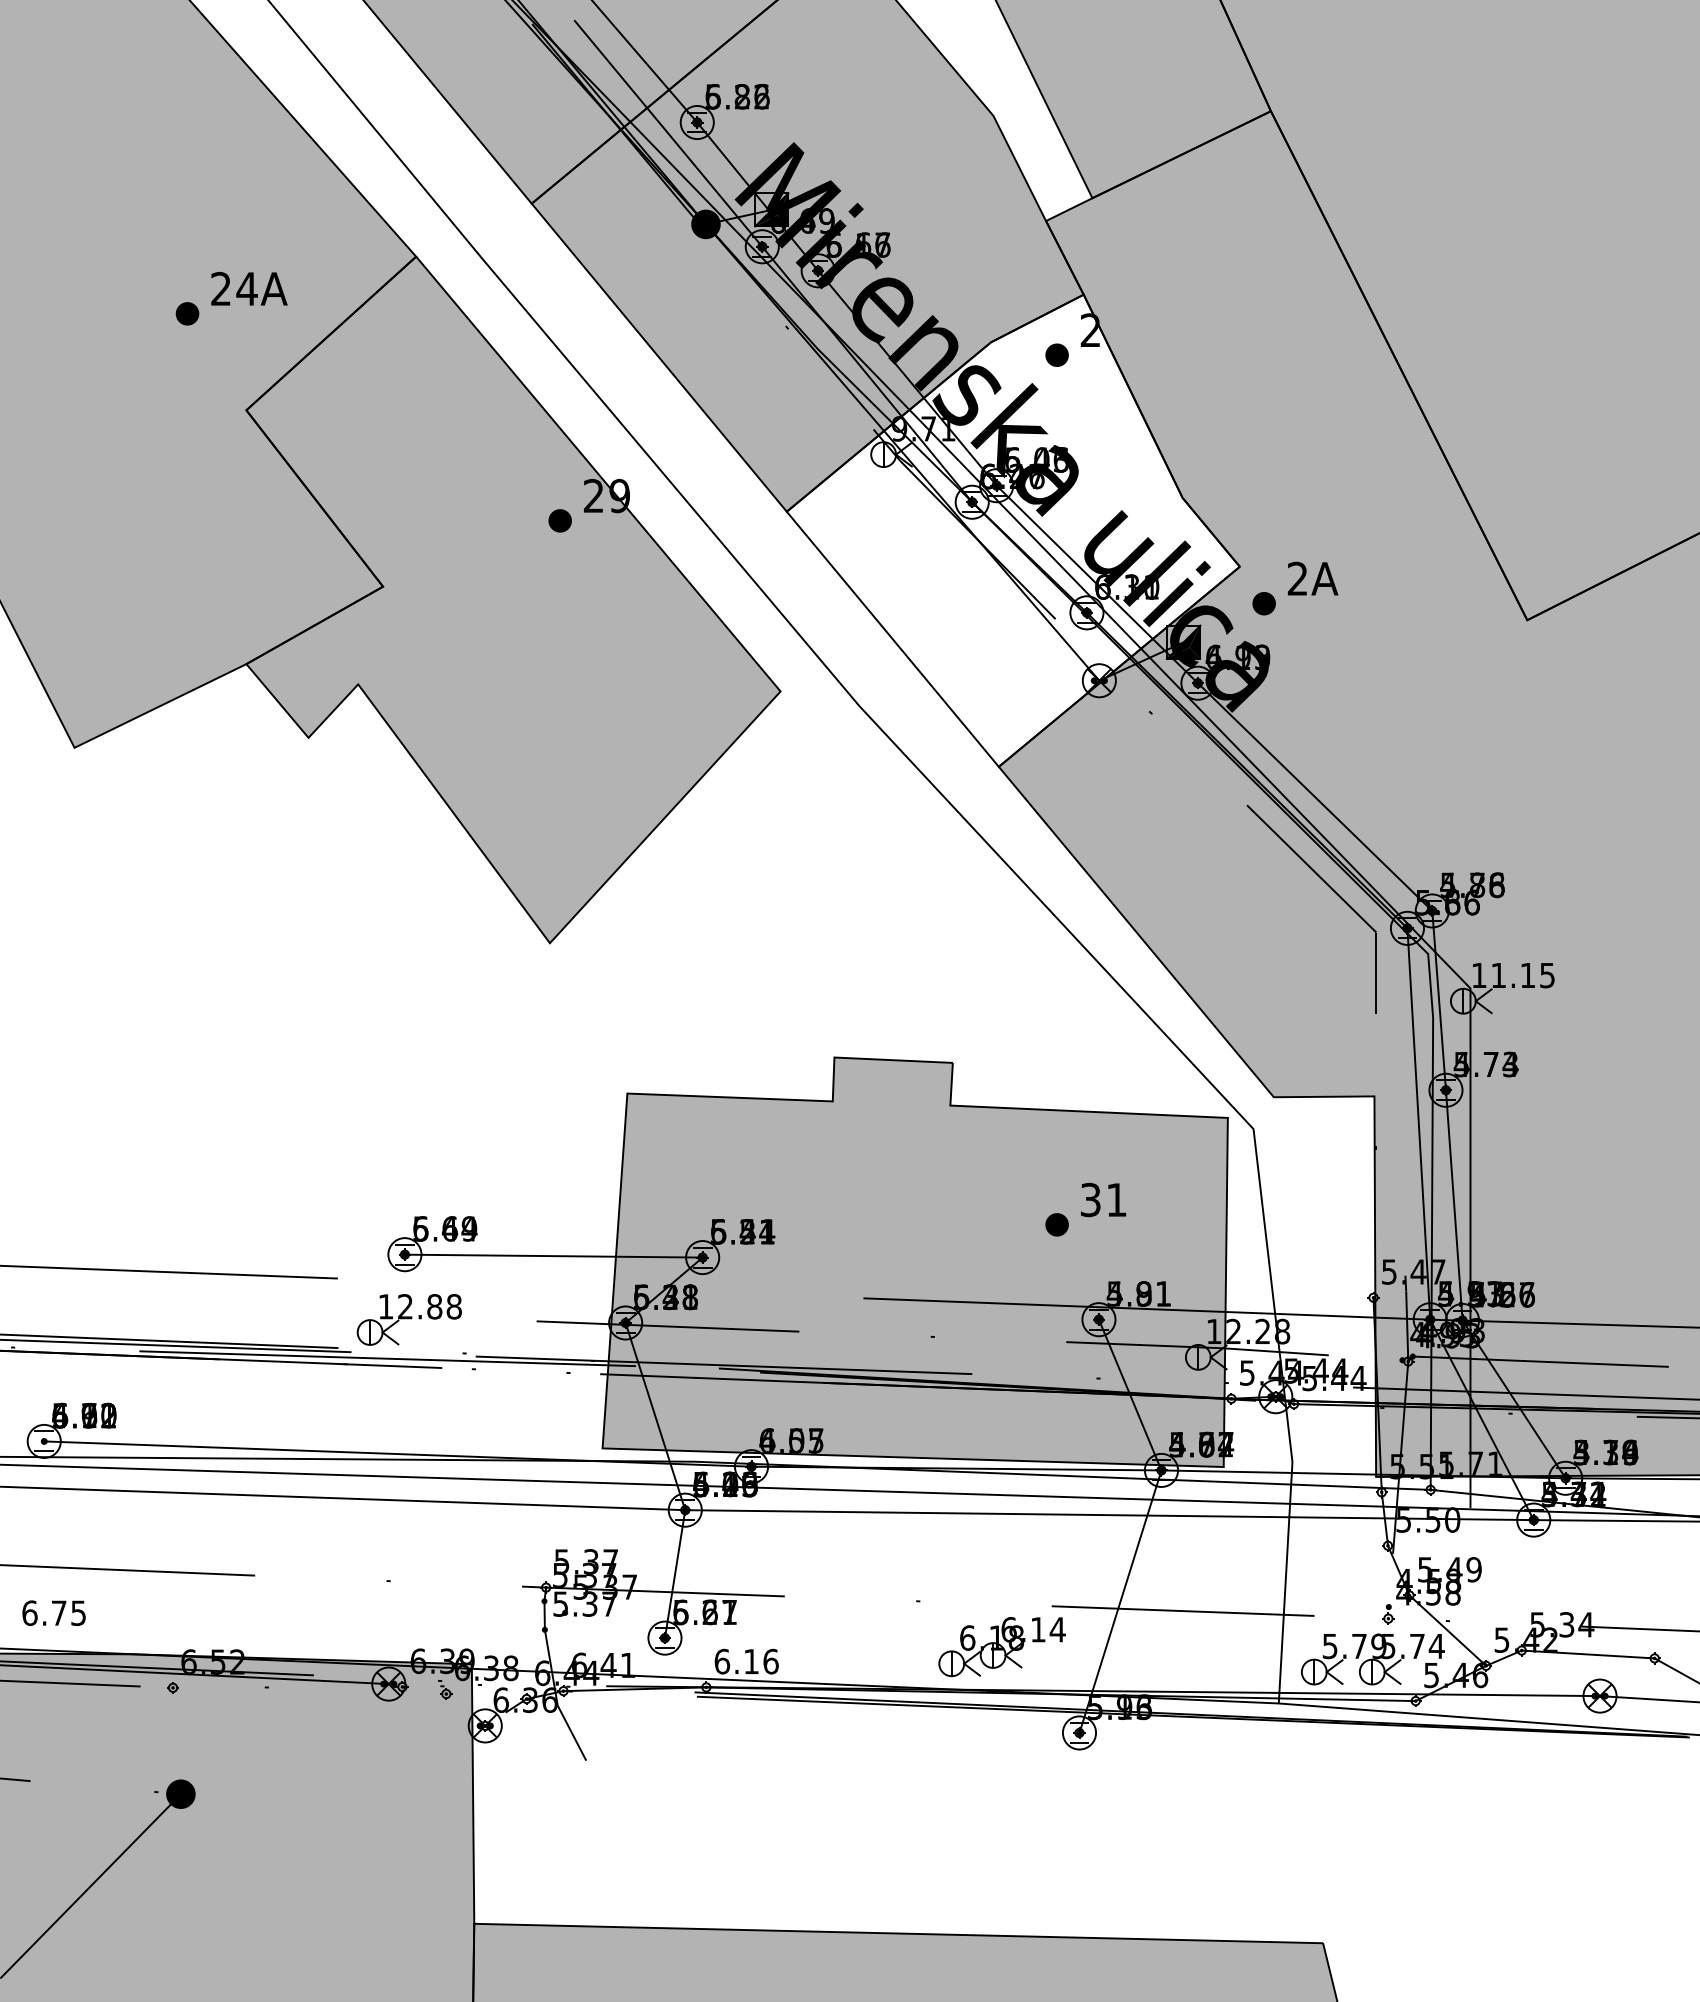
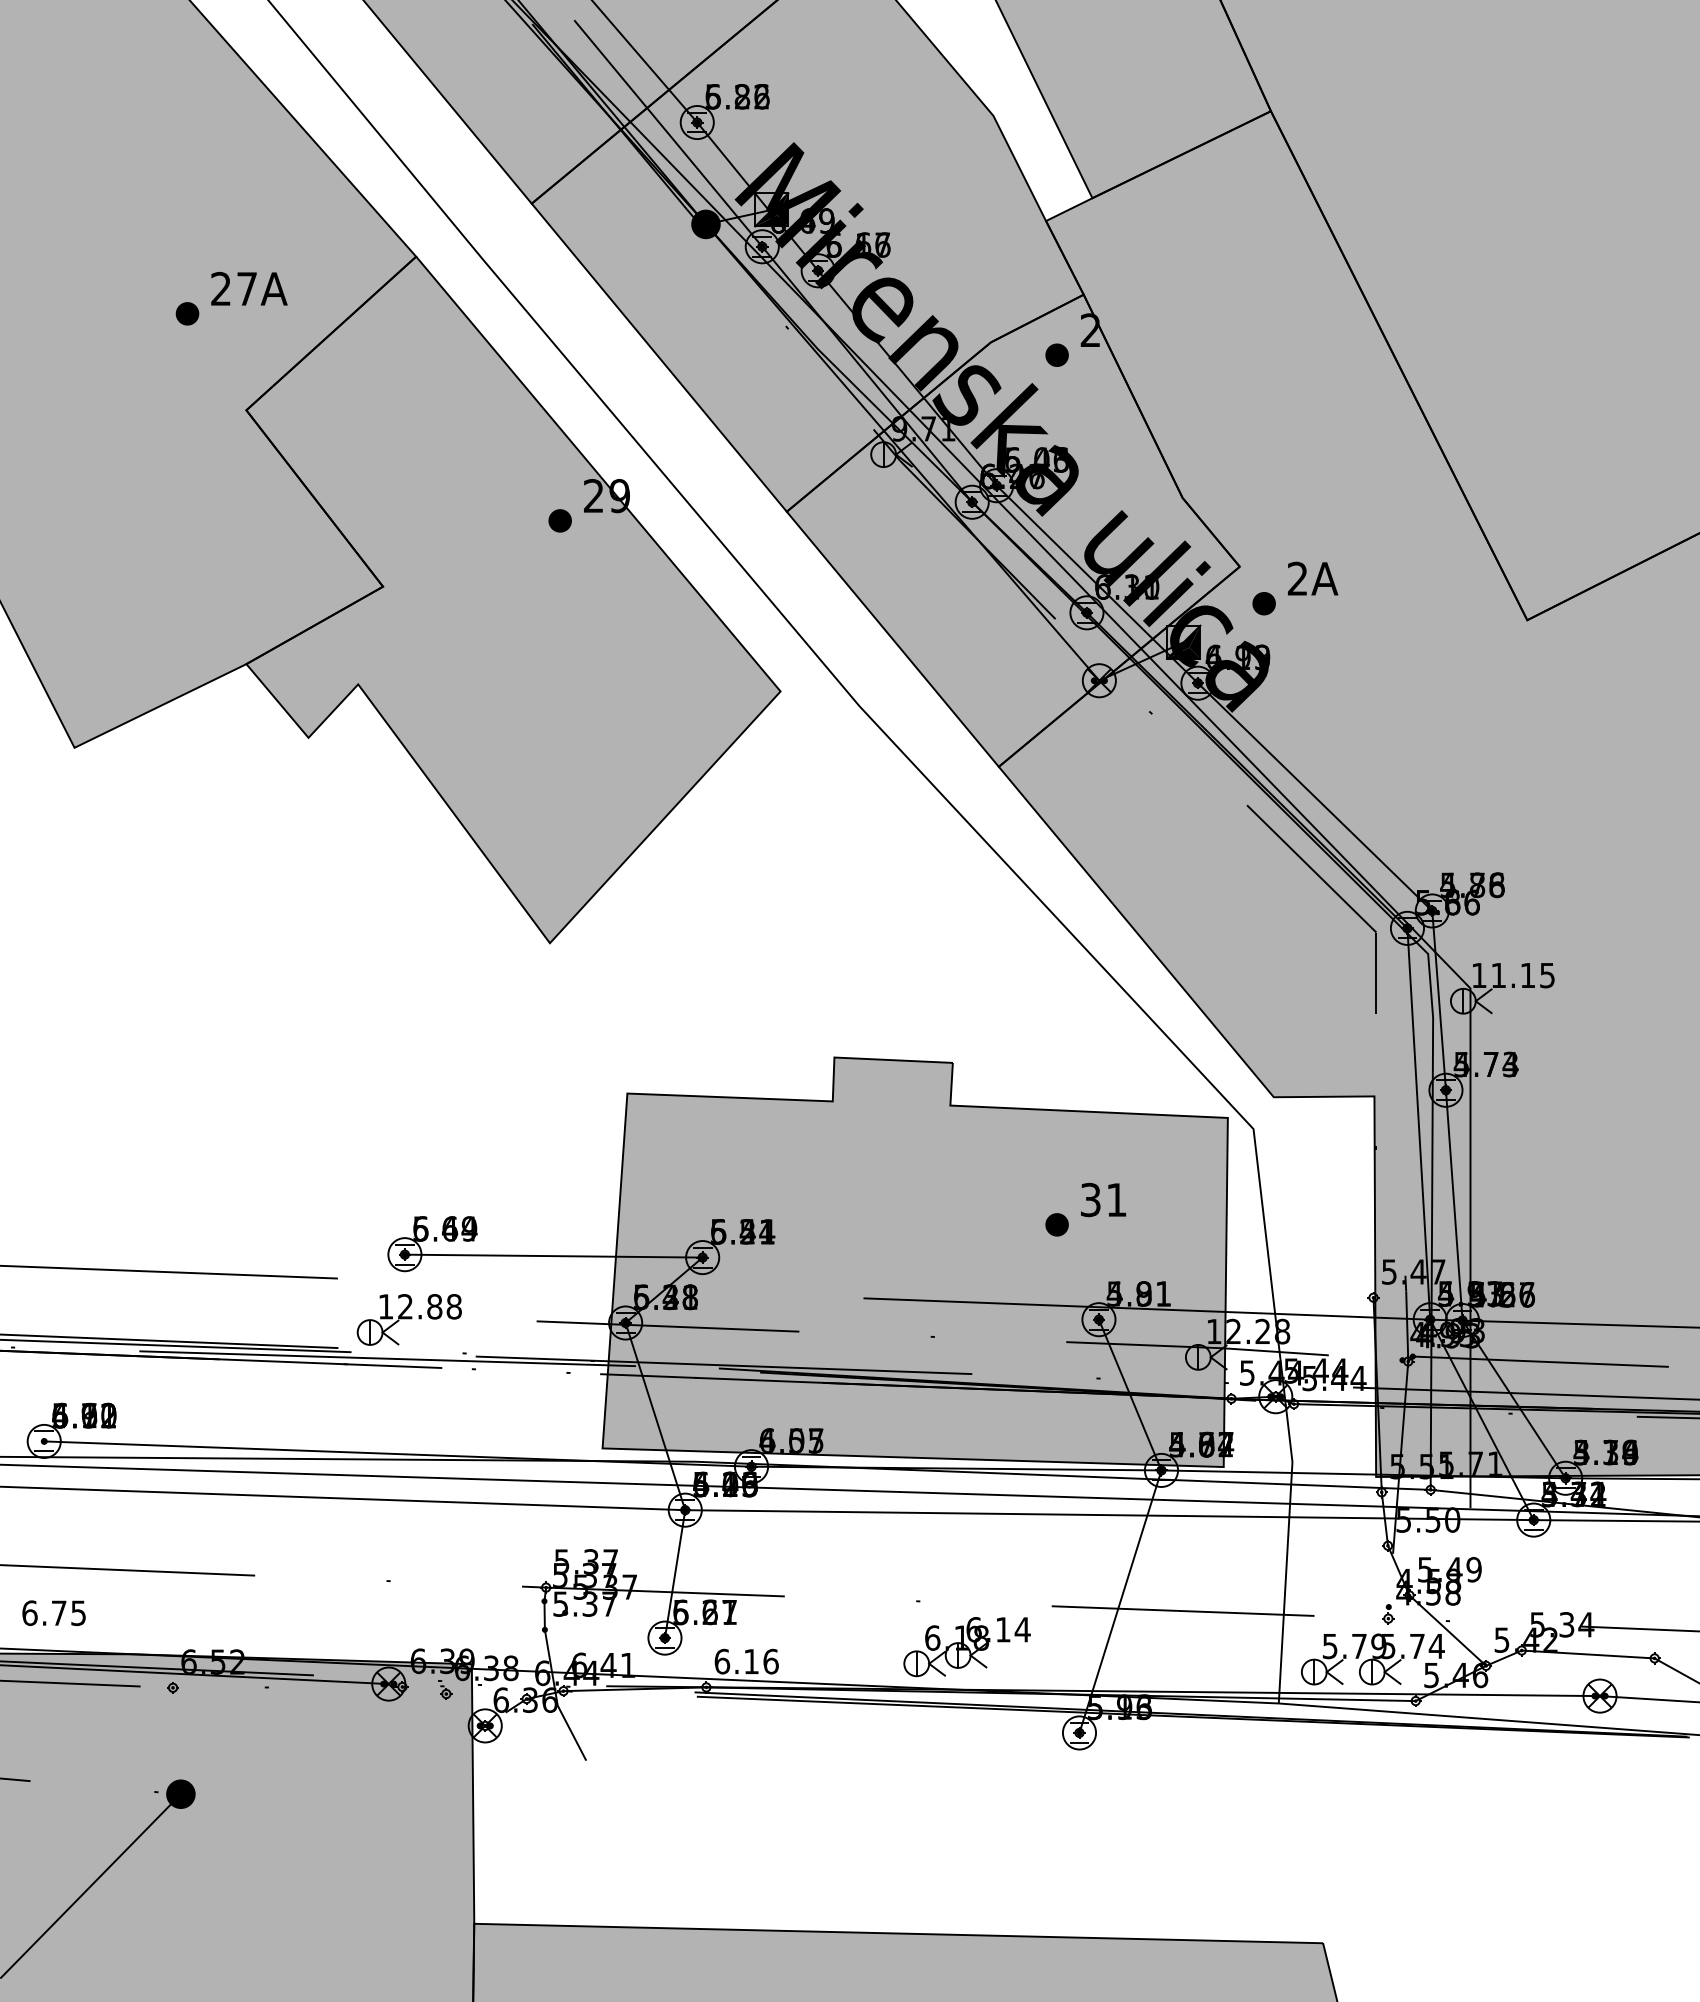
text at (246, 288): 24A -> 27A
fill at (1012, 530): none -> present
part at (1001, 1647) position: (1001, 1647) -> (966, 1647)
